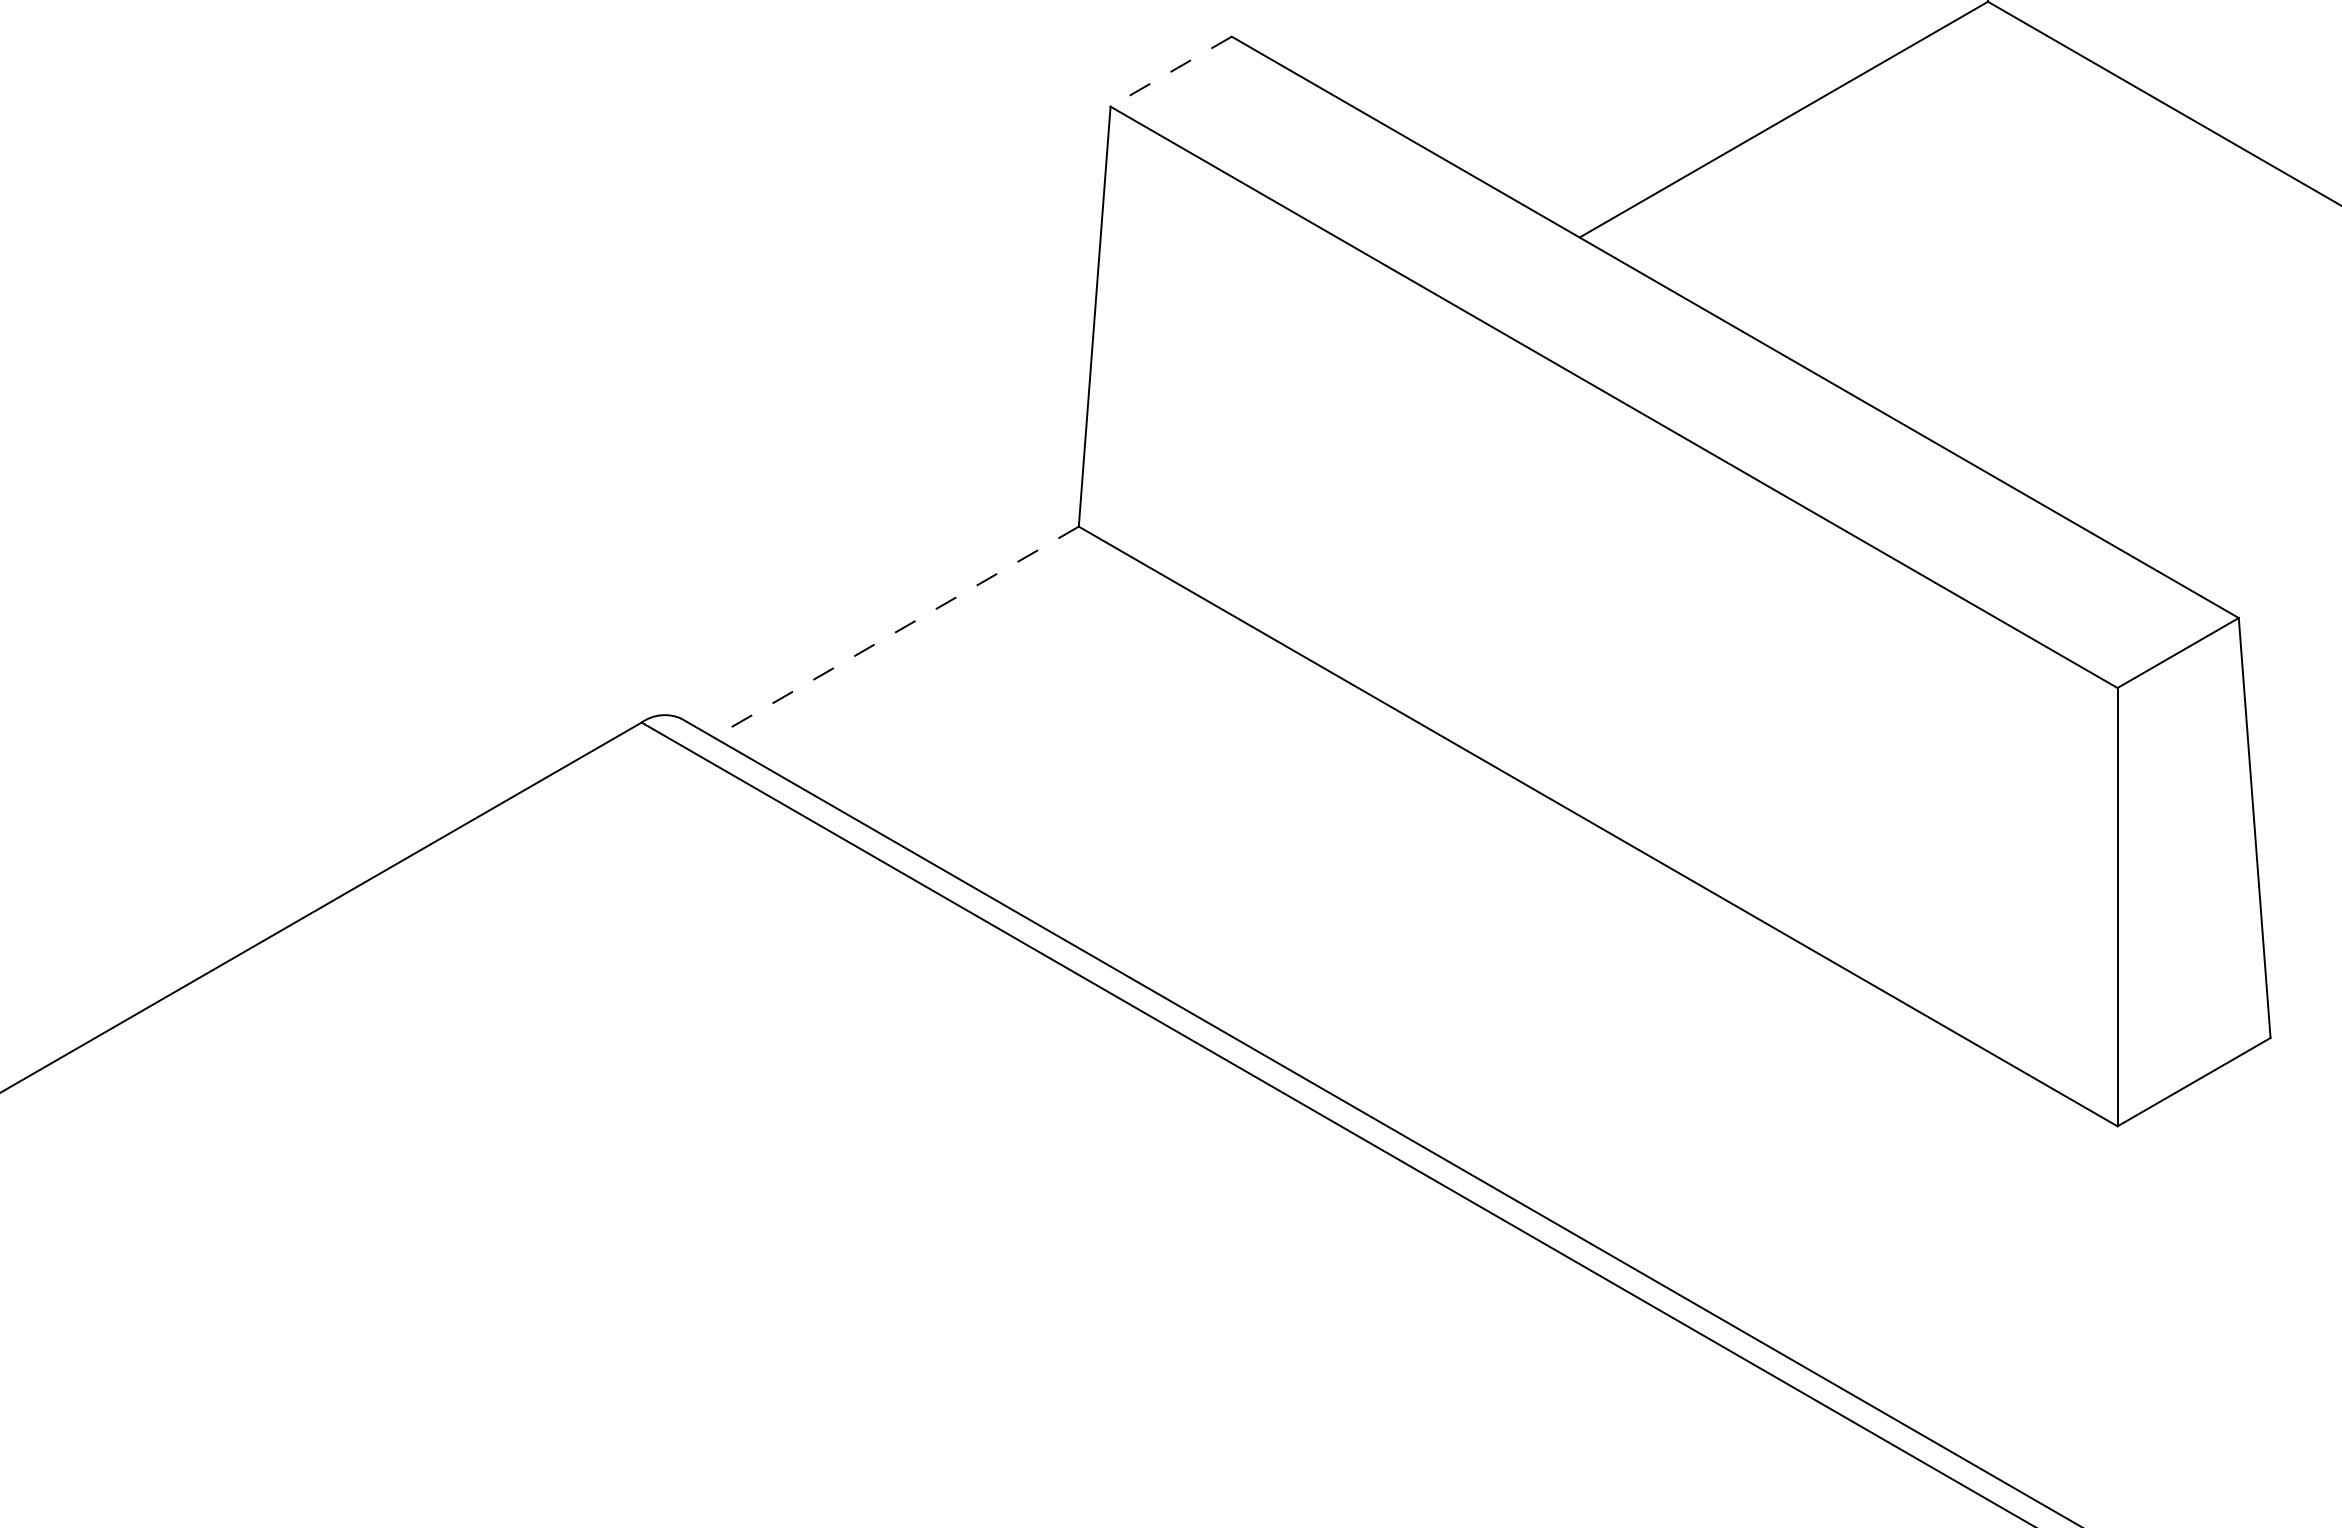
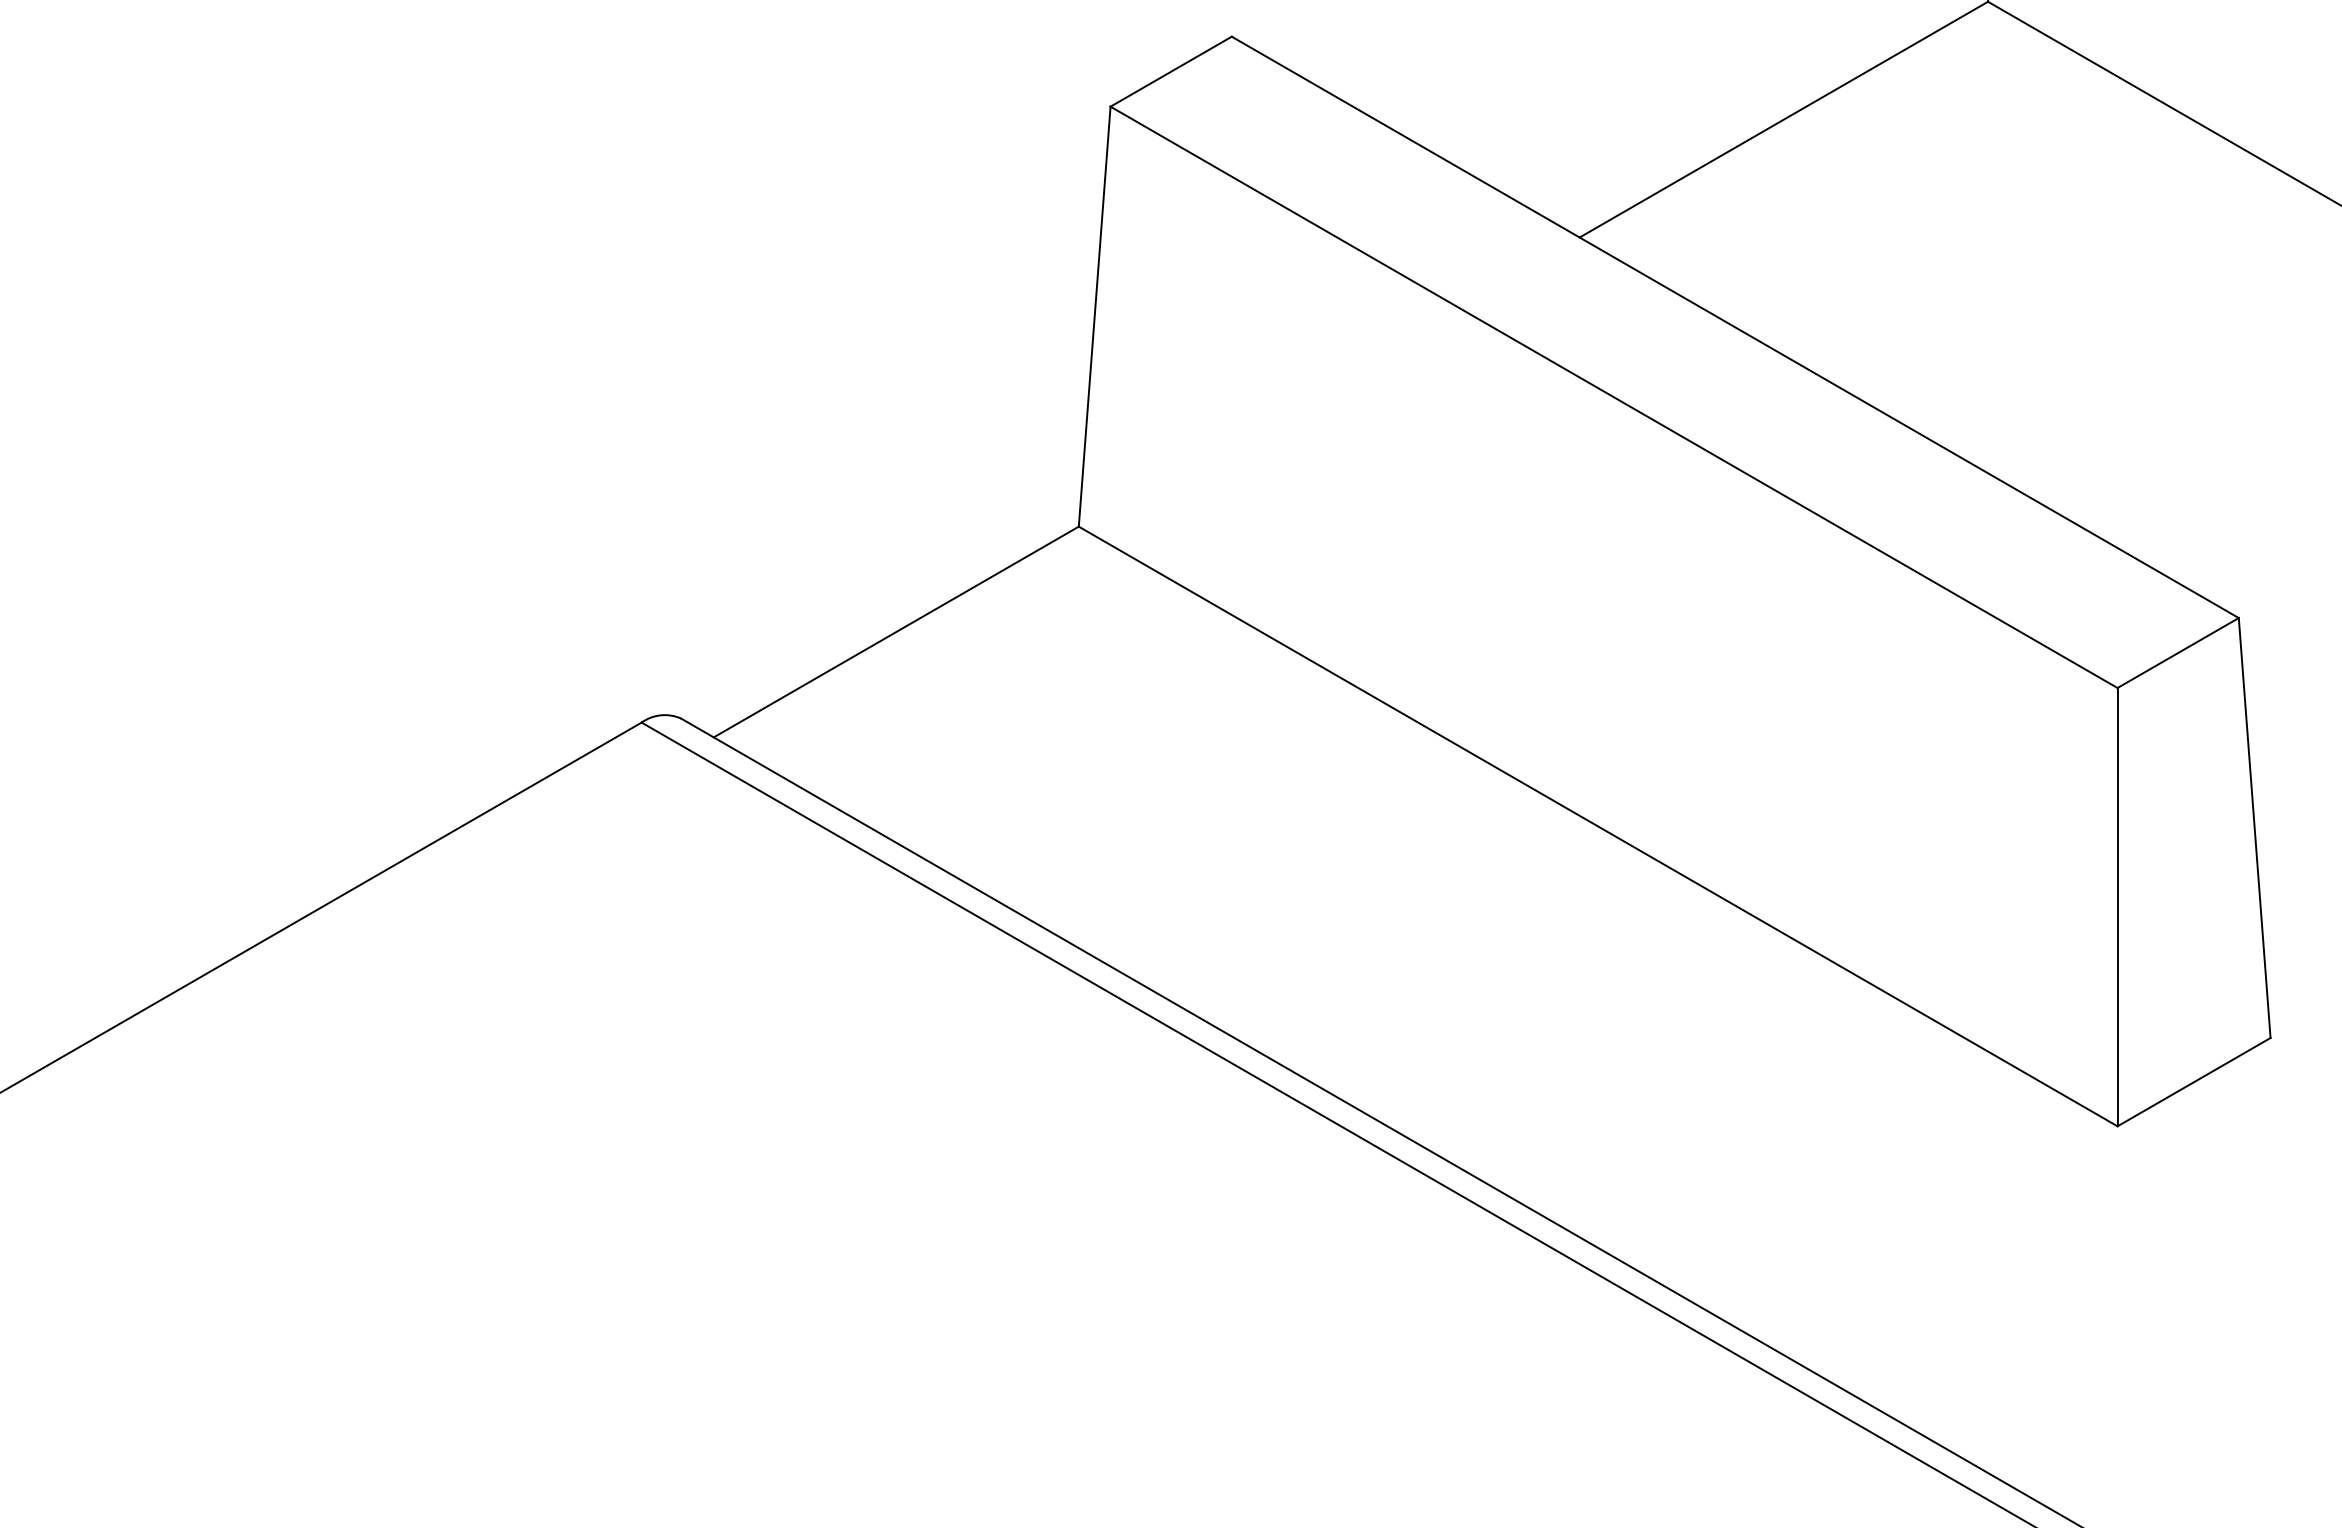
line at (1171, 71): dashed -> solid
line at (896, 632): dashed -> solid
